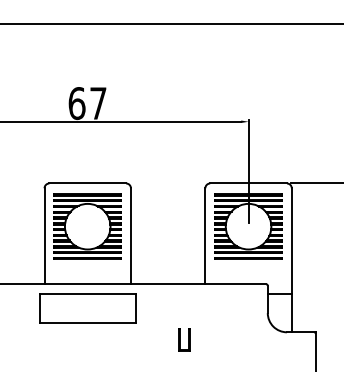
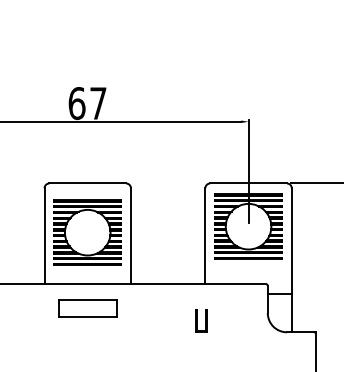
line at (171, 23): present -> none
part at (87, 226) position: (87, 226) -> (87, 232)
part at (87, 308) size: 98x31 px -> 60x19 px
part at (184, 339) position: (184, 339) -> (201, 320)
